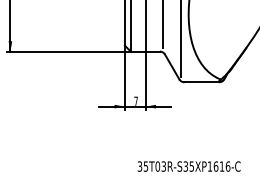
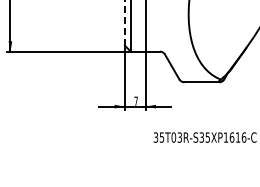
line at (124, 22): solid -> dashed
line at (163, 25): present -> none
line at (181, 39): present -> none
text at (188, 166) position: (188, 166) -> (204, 137)
